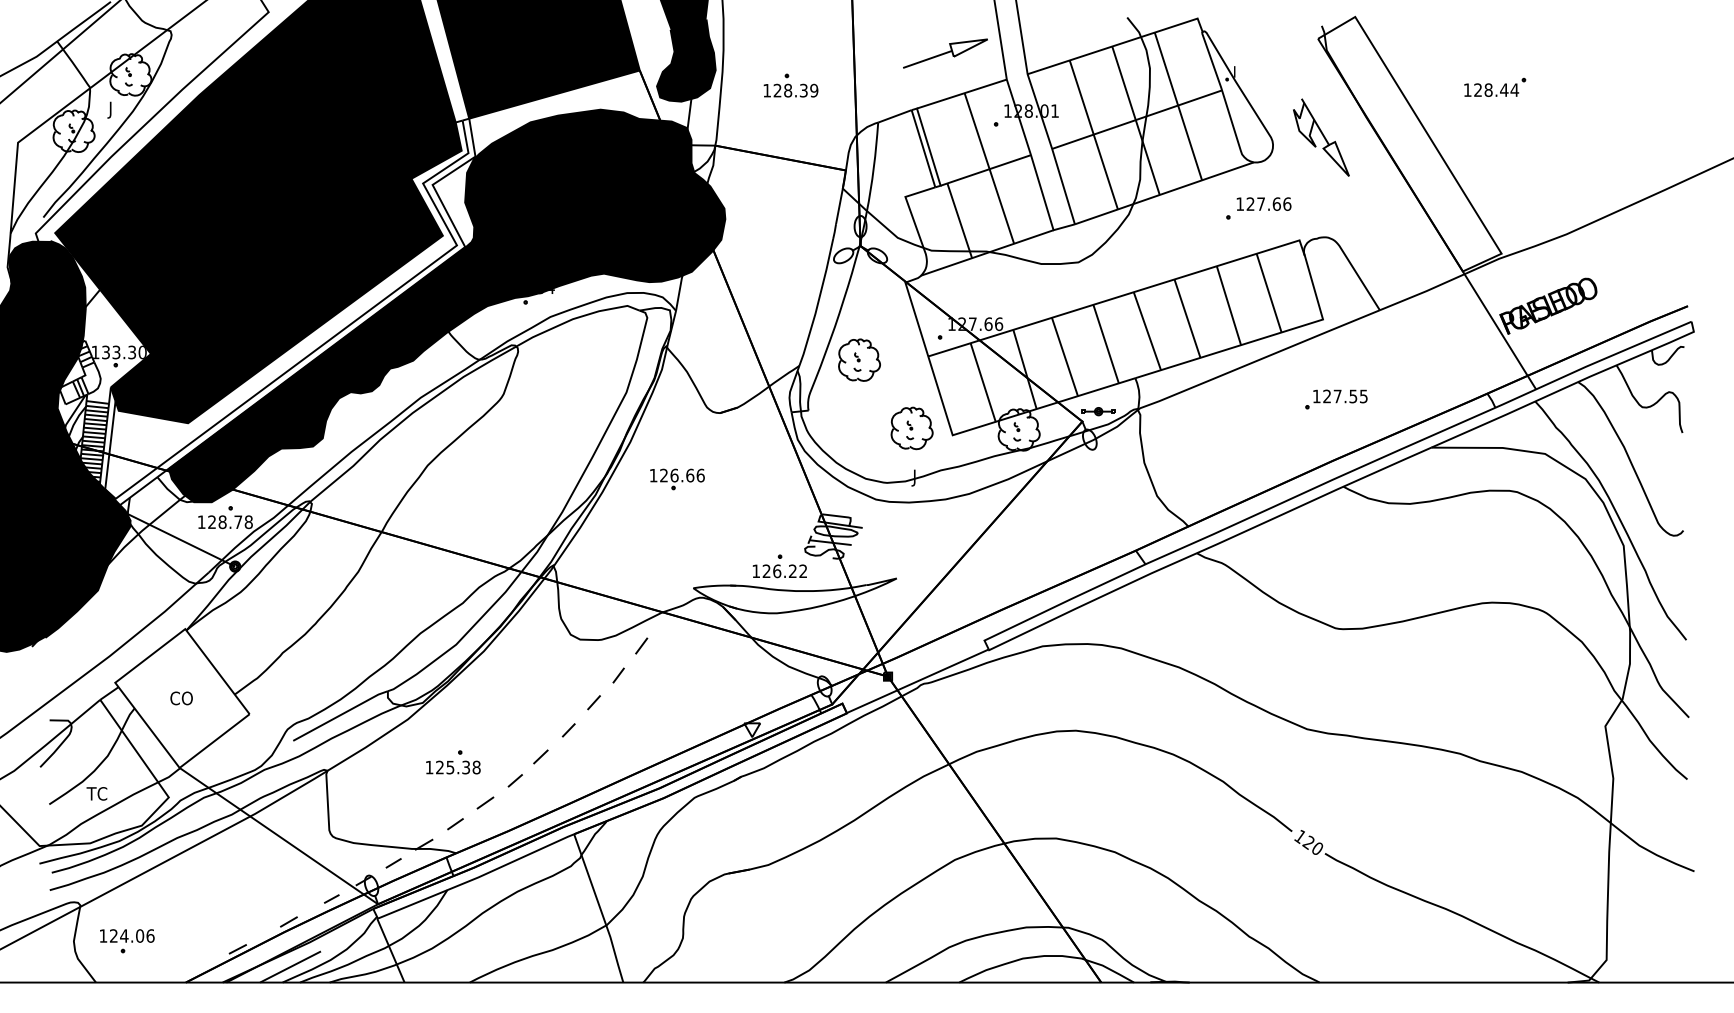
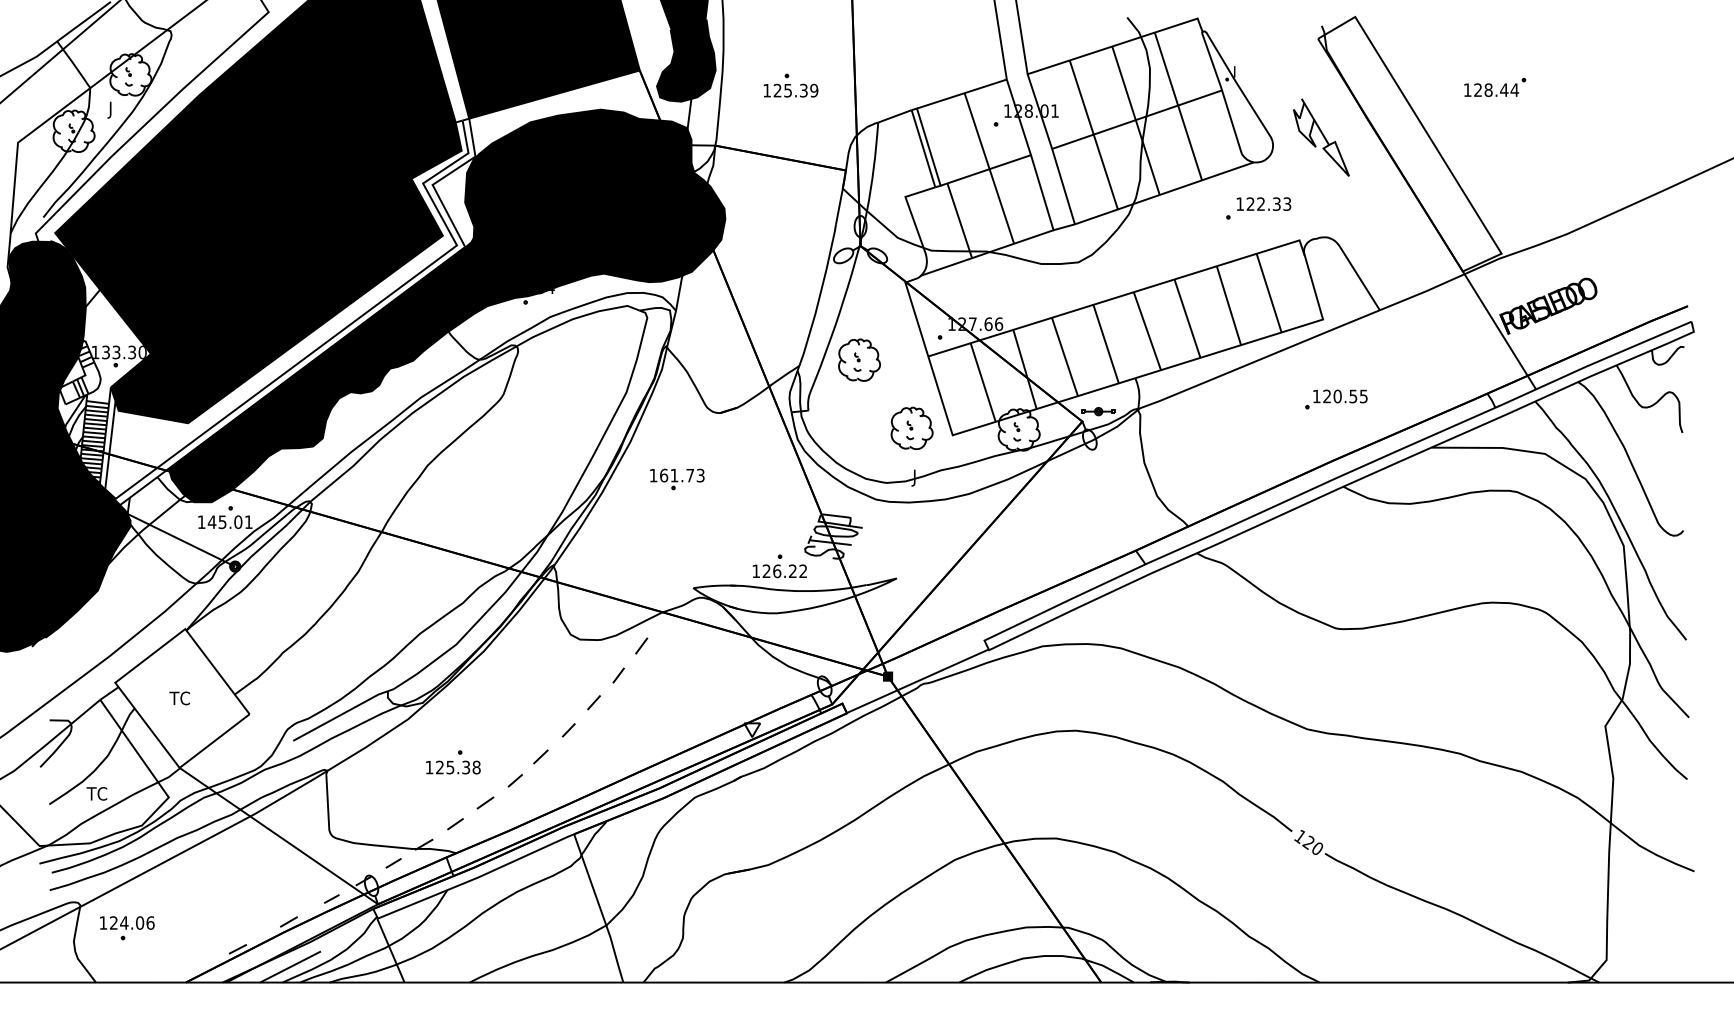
part at (945, 53): present -> none
text at (788, 90): 128.39 -> 125.39
text at (1274, 203): 127.66 -> 122.33
text at (1337, 396): 127.55 -> 120.55
text at (682, 475): 126.66 -> 161.73
text at (229, 522): 128.78 -> 145.01
text at (180, 698): CO -> TC
part at (127, 941) position: (127, 941) -> (127, 928)
